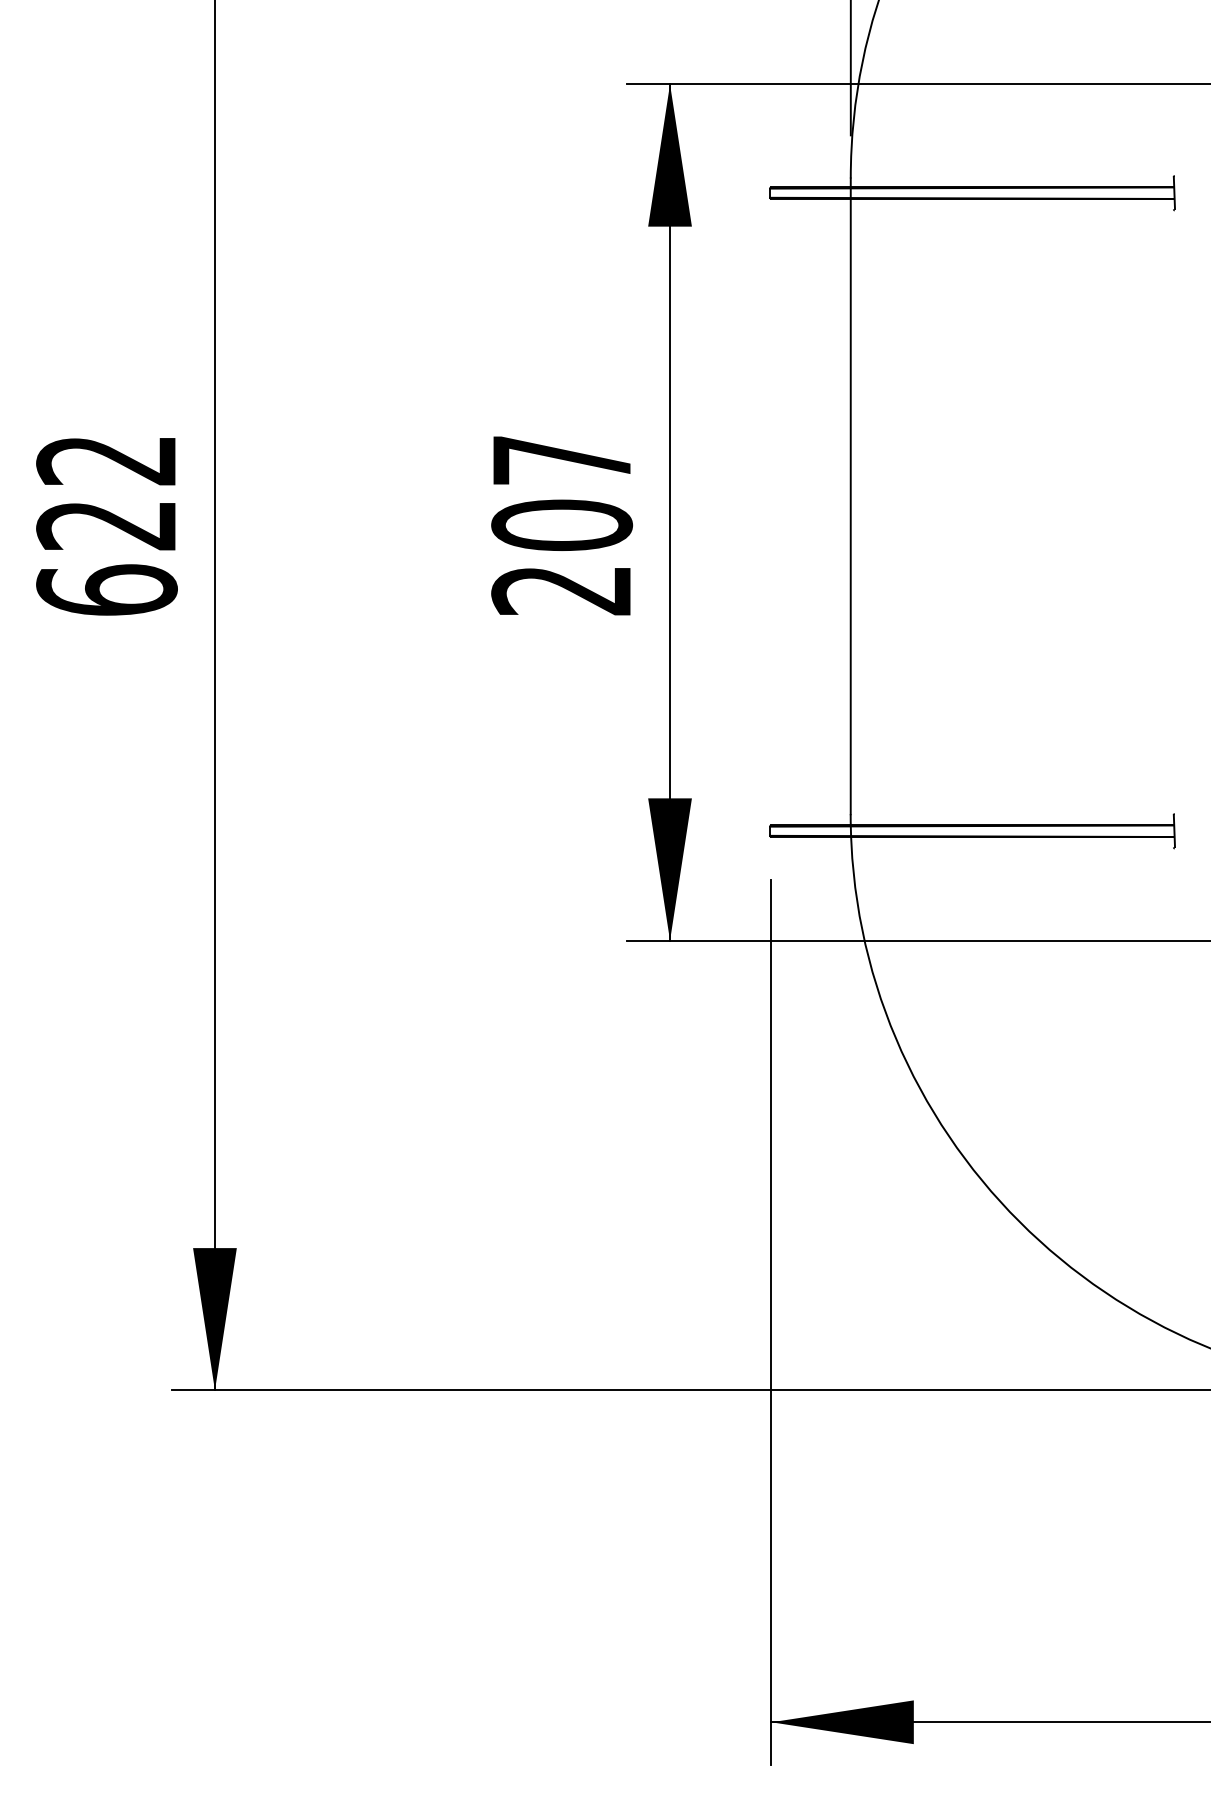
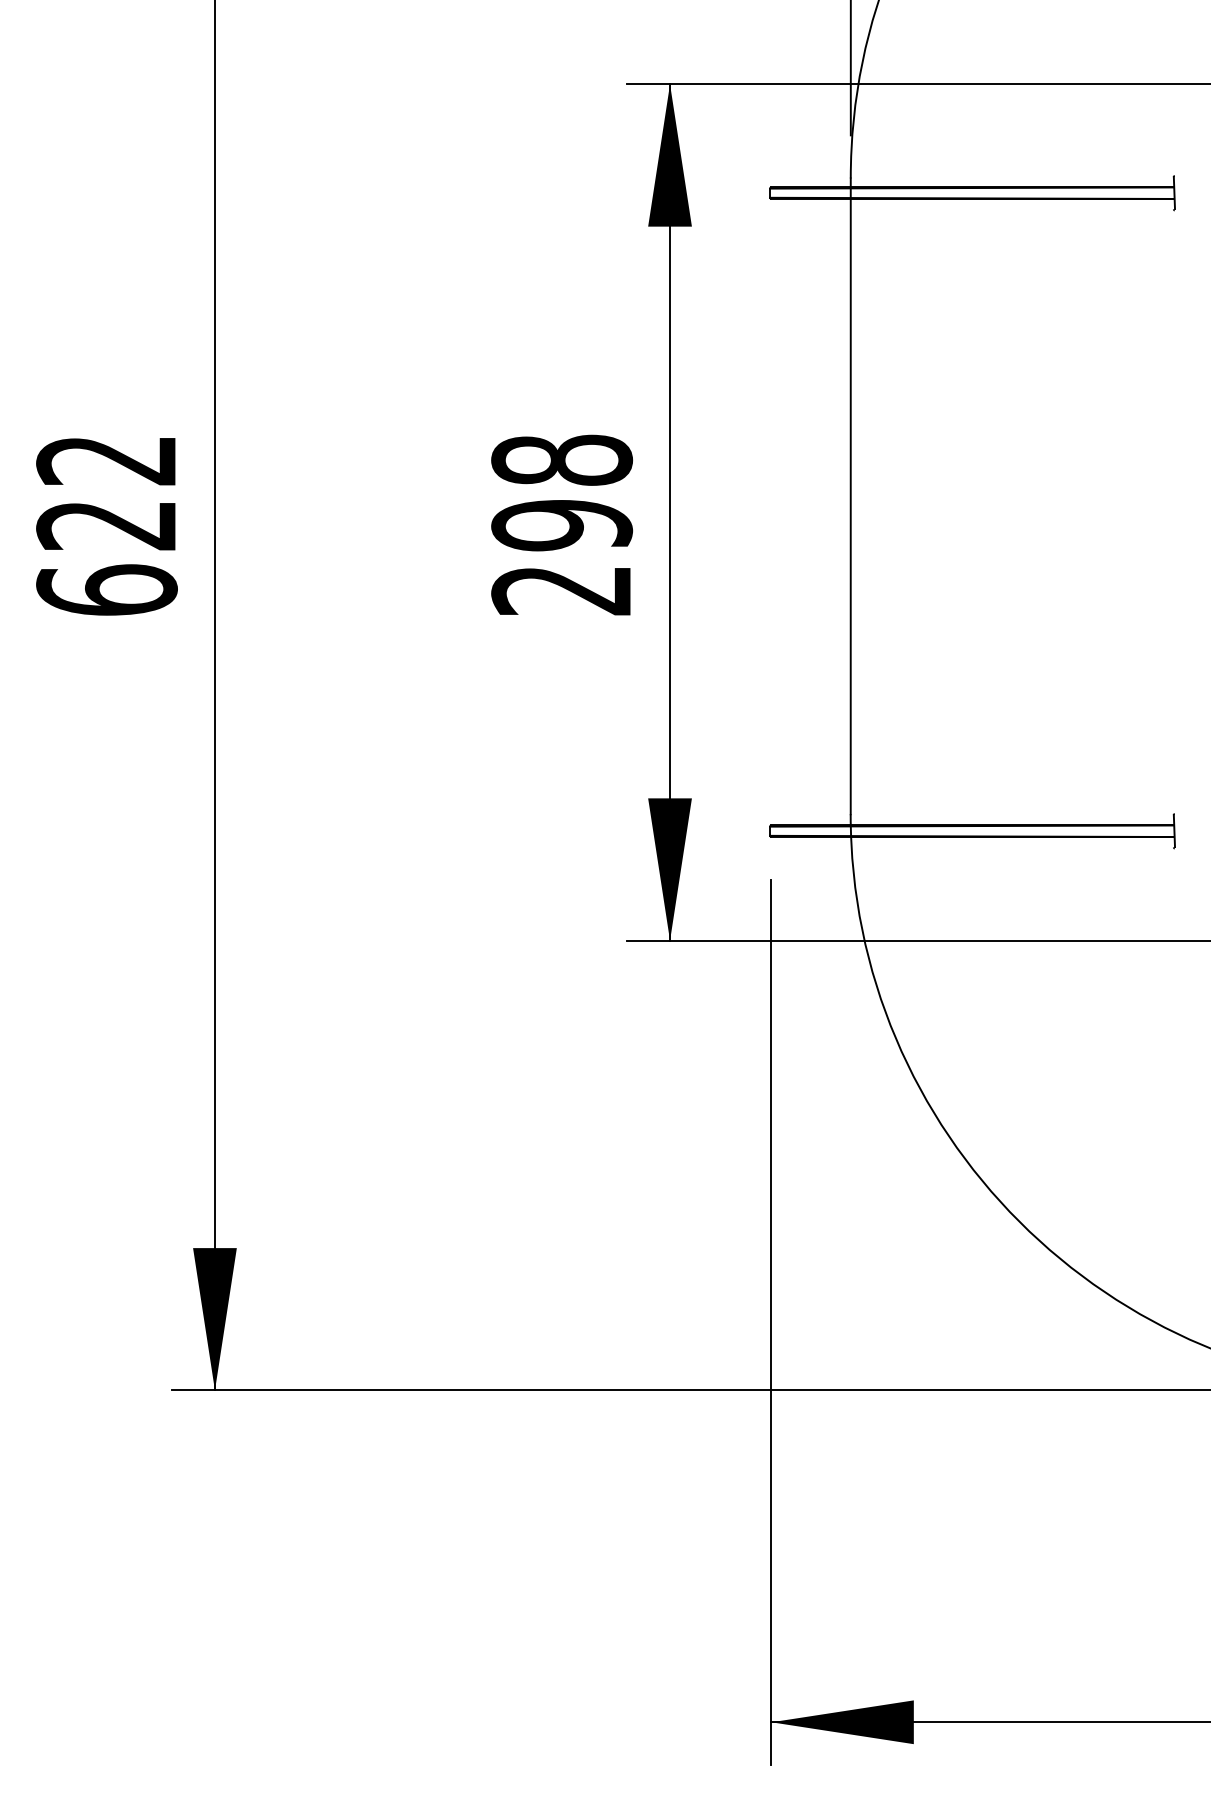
text at (562, 492): 207 -> 298
